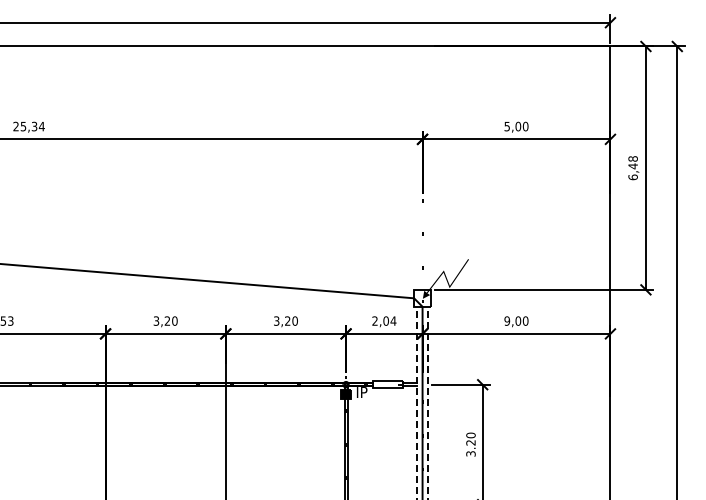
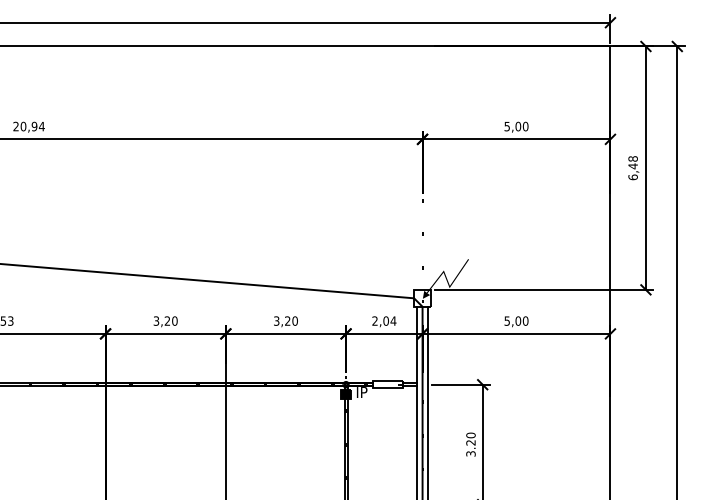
text at (28, 126): 25,34 -> 20,94
text at (507, 320): 9,00 -> 5,00
line at (416, 402): dashed -> solid
line at (428, 402): dashed -> solid
